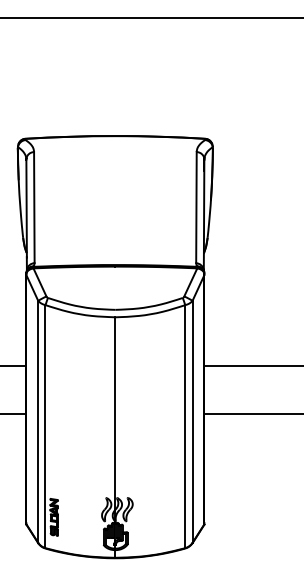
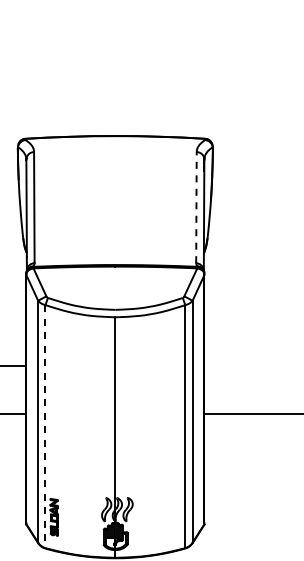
line at (151, 17): present -> none
line at (196, 207): solid -> dashed
line at (252, 365): present -> none
line at (45, 426): solid -> dashed
